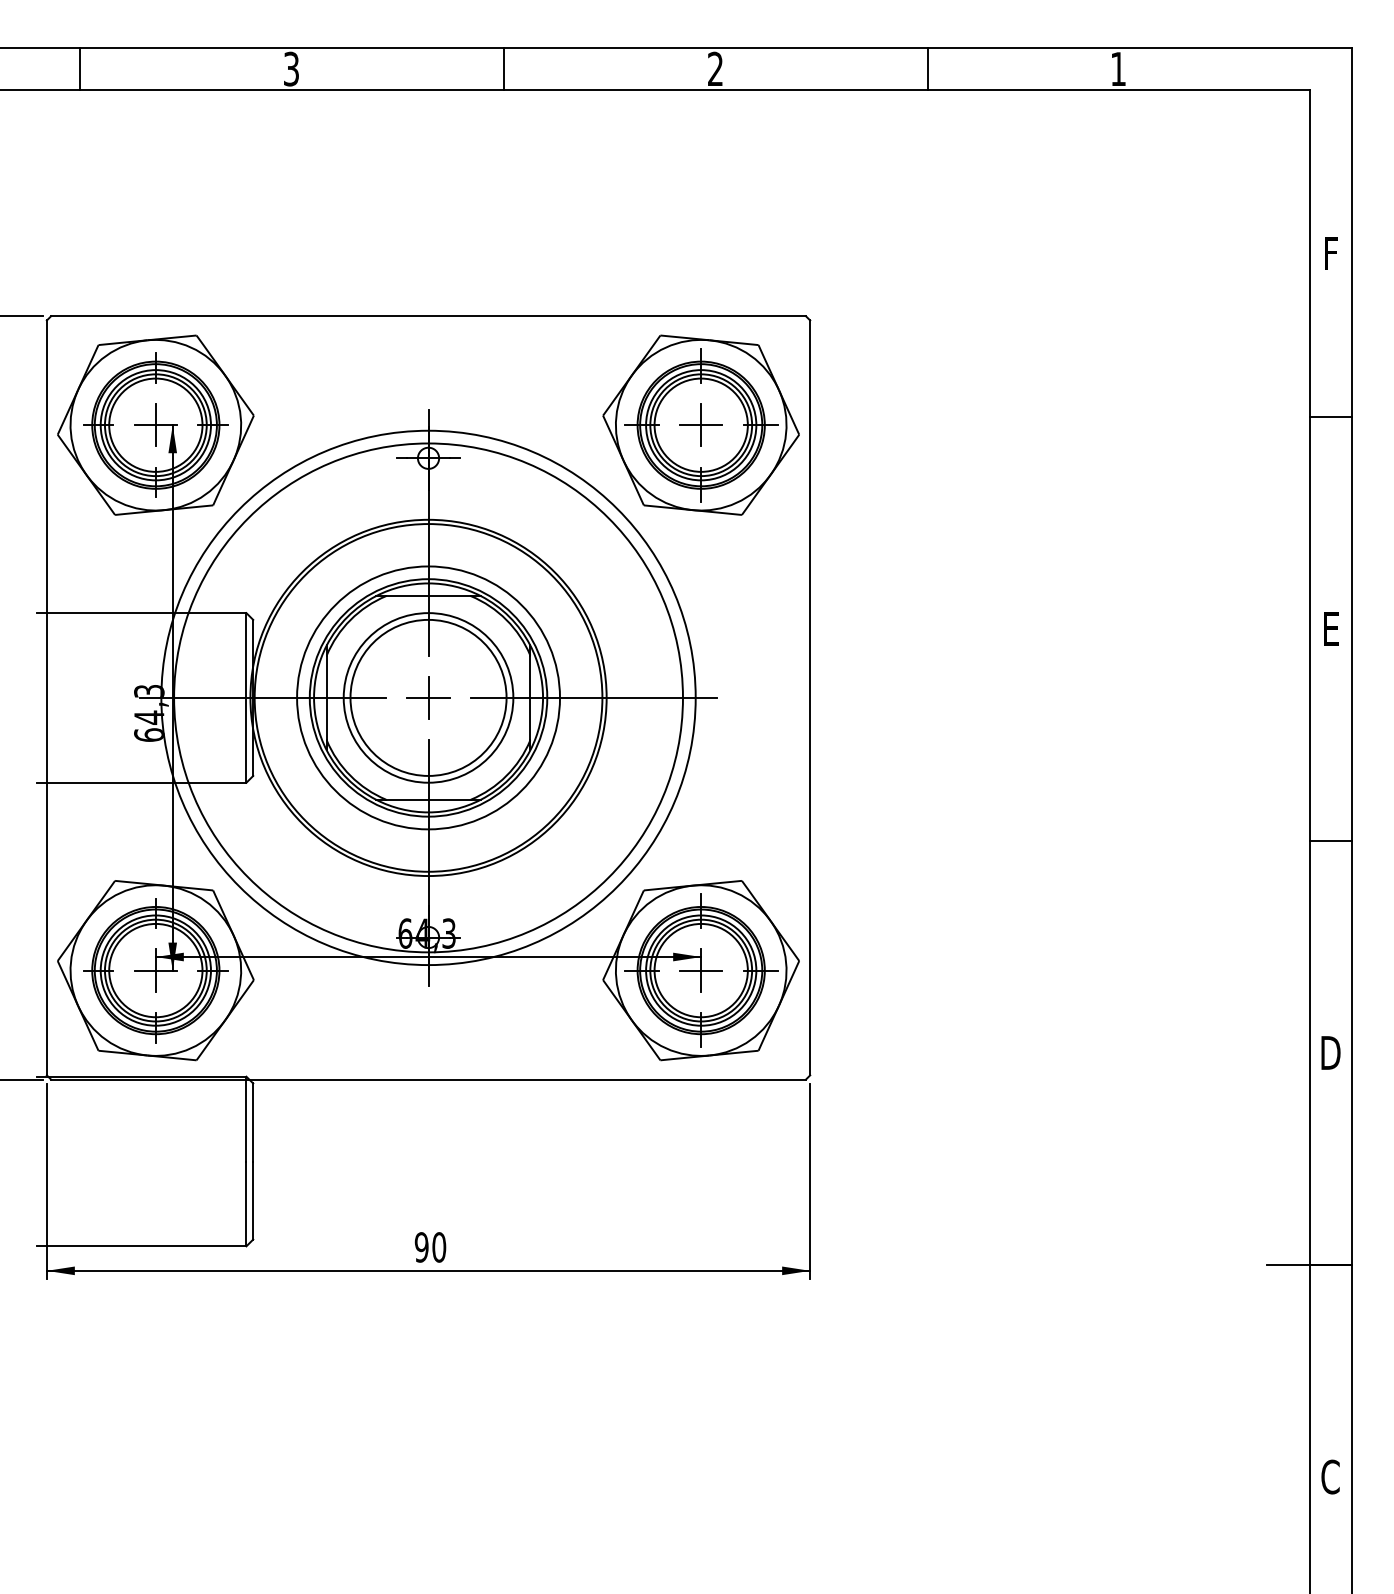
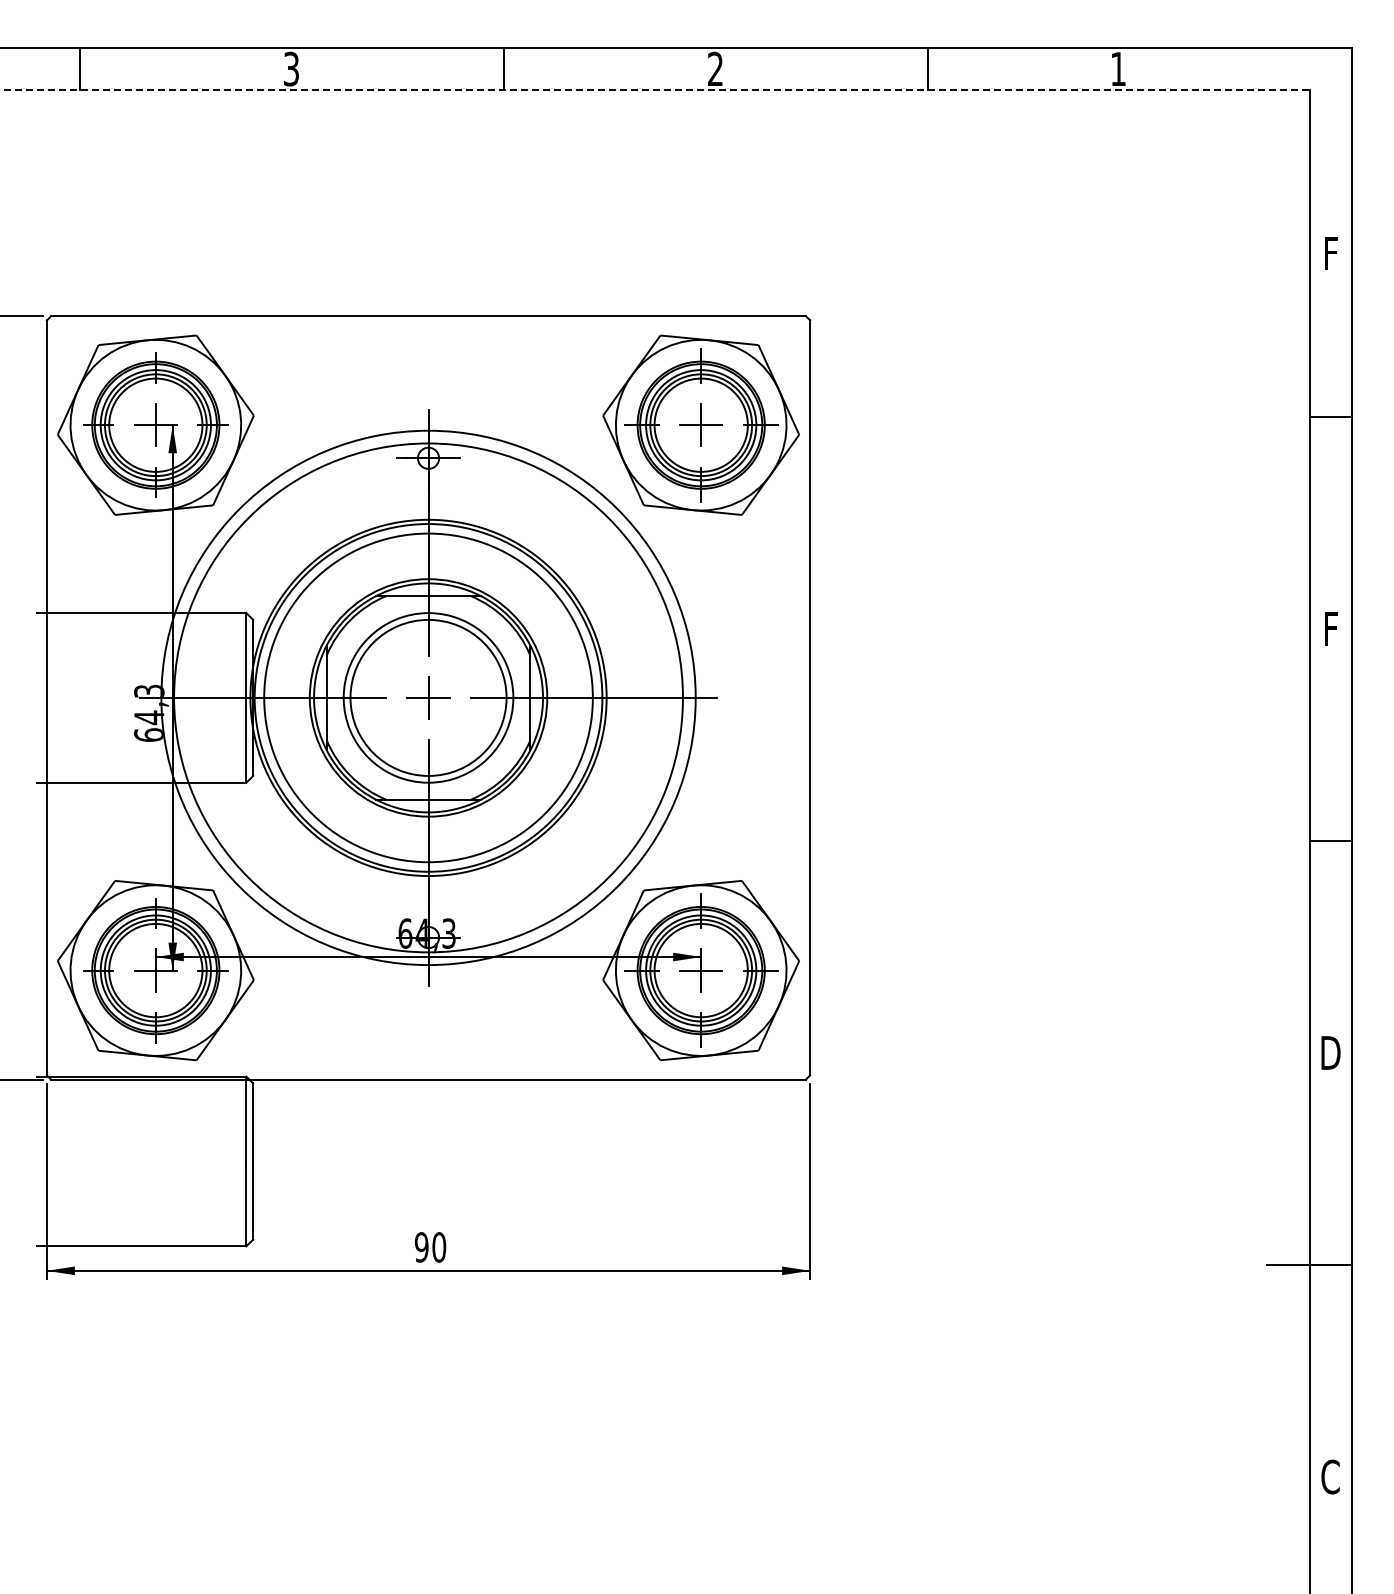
line at (655, 90): solid -> dashed
text at (1331, 628): E -> F
circle at (428, 697) diameter: 263 px -> 329 px
